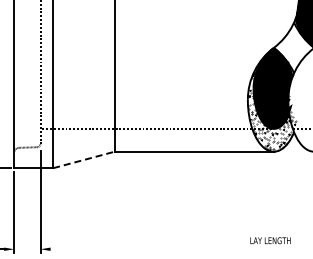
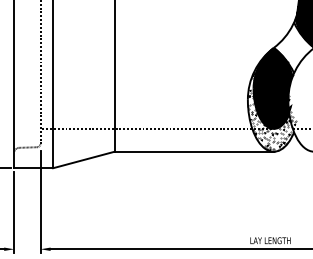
line at (83, 159): dashed -> solid
line at (179, 249): none -> present
